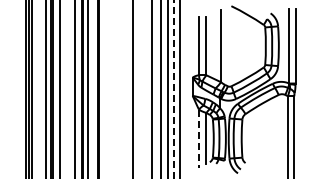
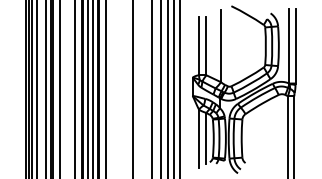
line at (37, 88): none -> present
line at (92, 88): none -> present
line at (106, 88): none -> present
line at (173, 89): dashed -> solid
line at (199, 138): dashed -> solid
